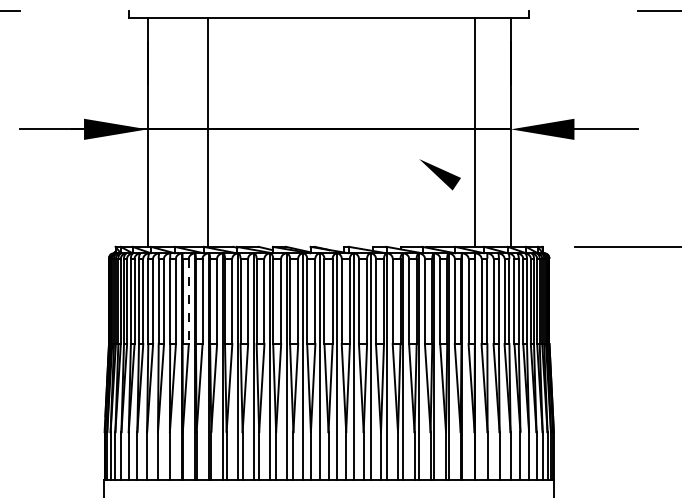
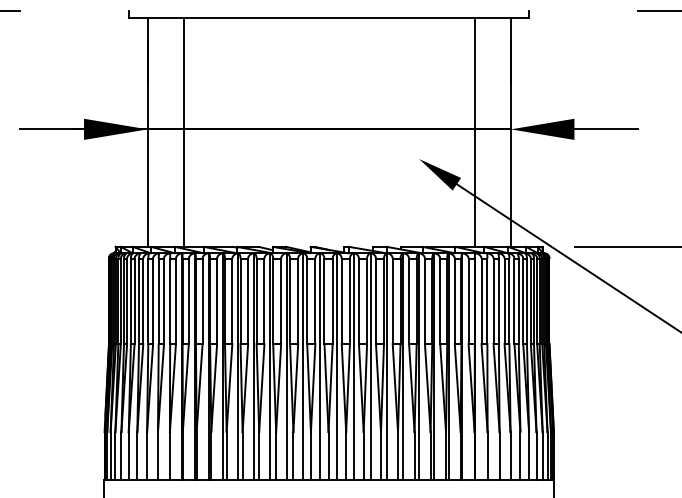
line at (207, 132) position: (207, 132) -> (183, 132)
line at (567, 257): none -> present
line at (188, 301): dashed -> solid
